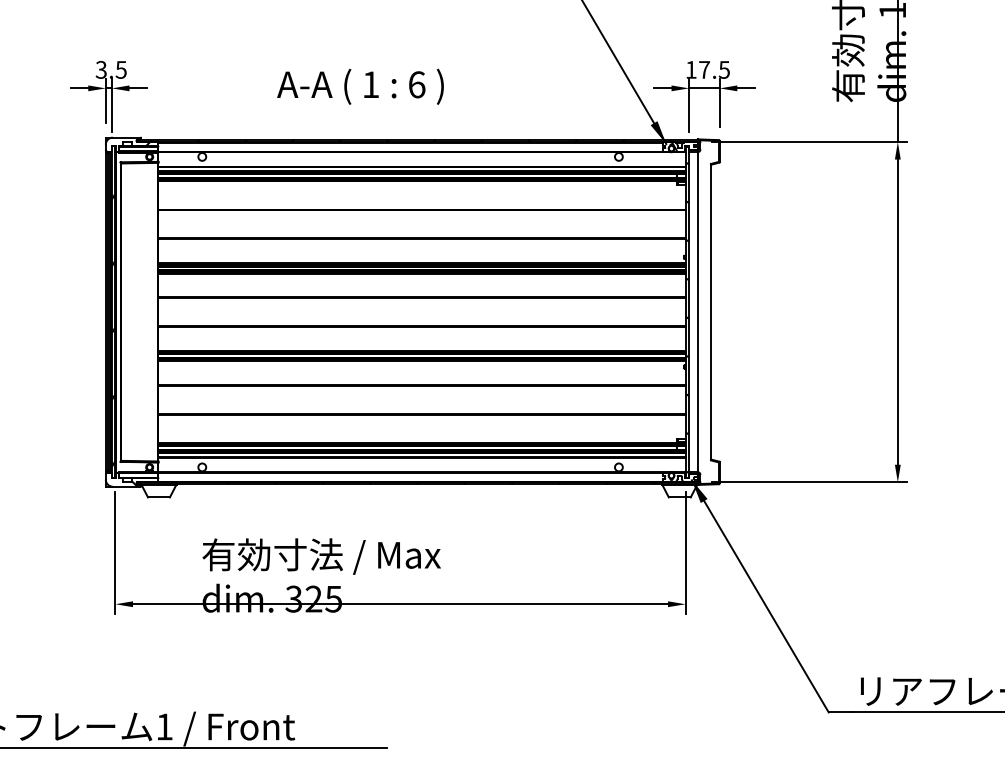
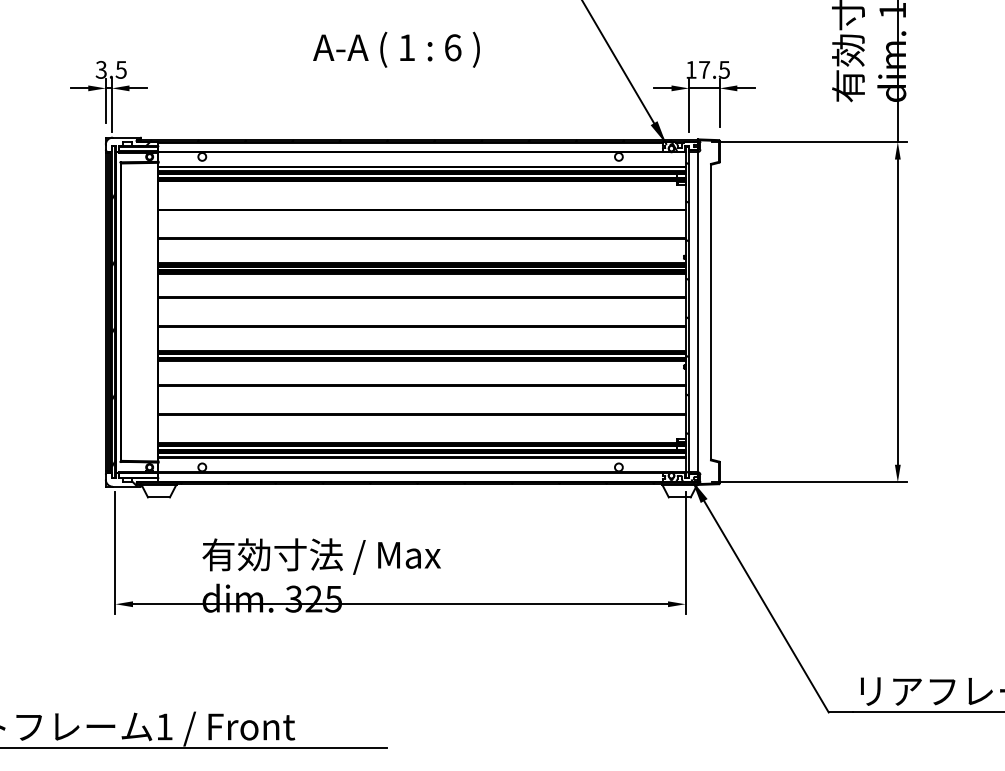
text at (360, 86) position: (360, 86) -> (396, 49)
